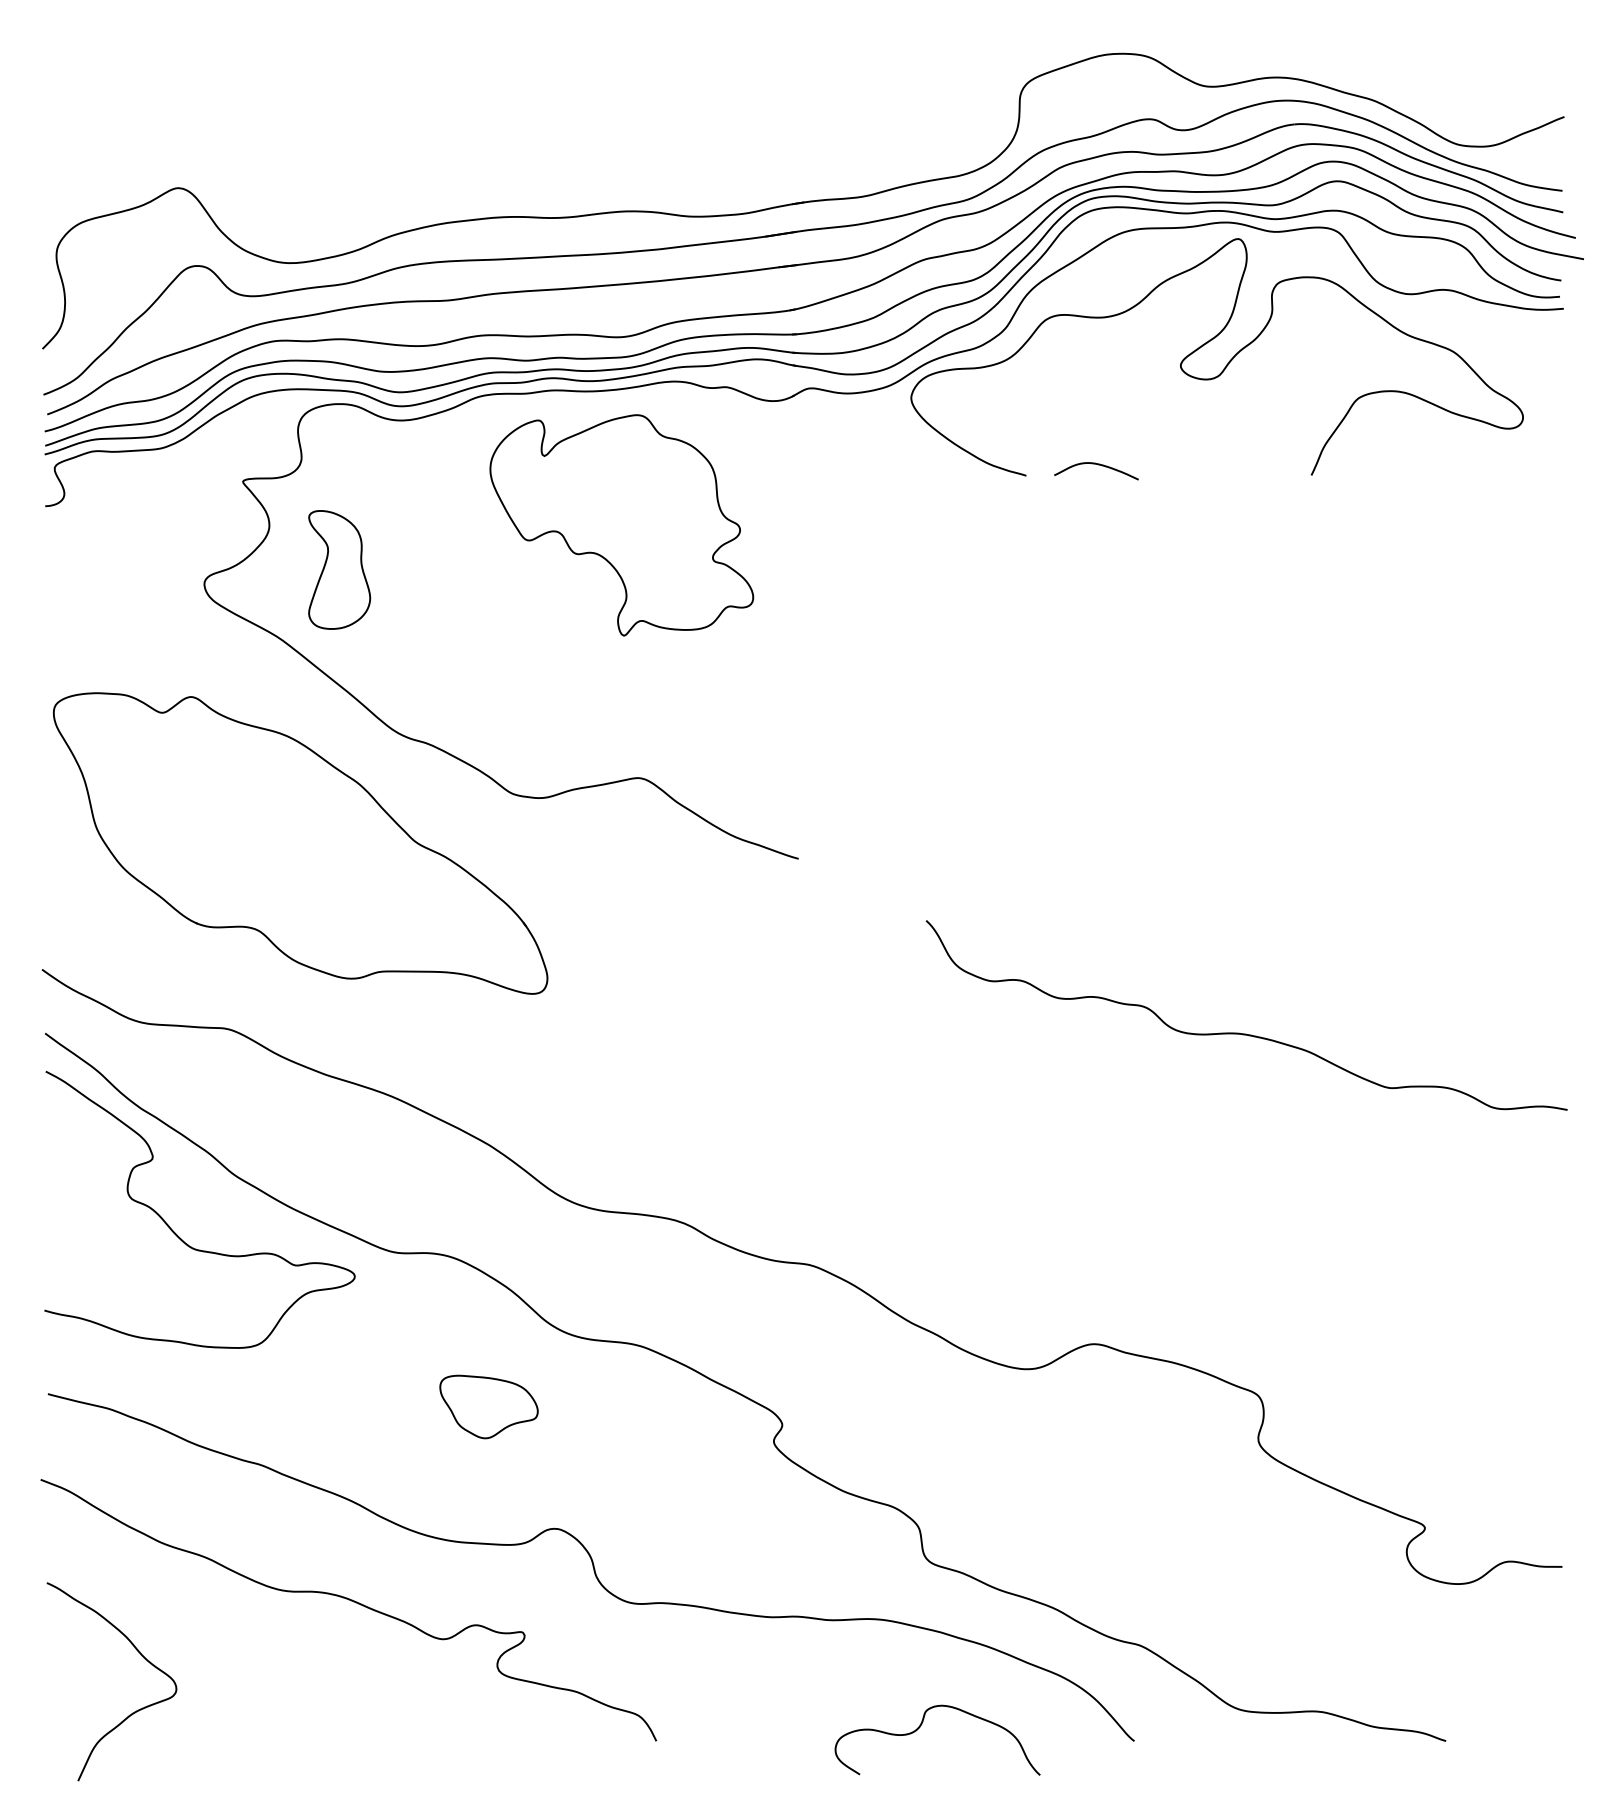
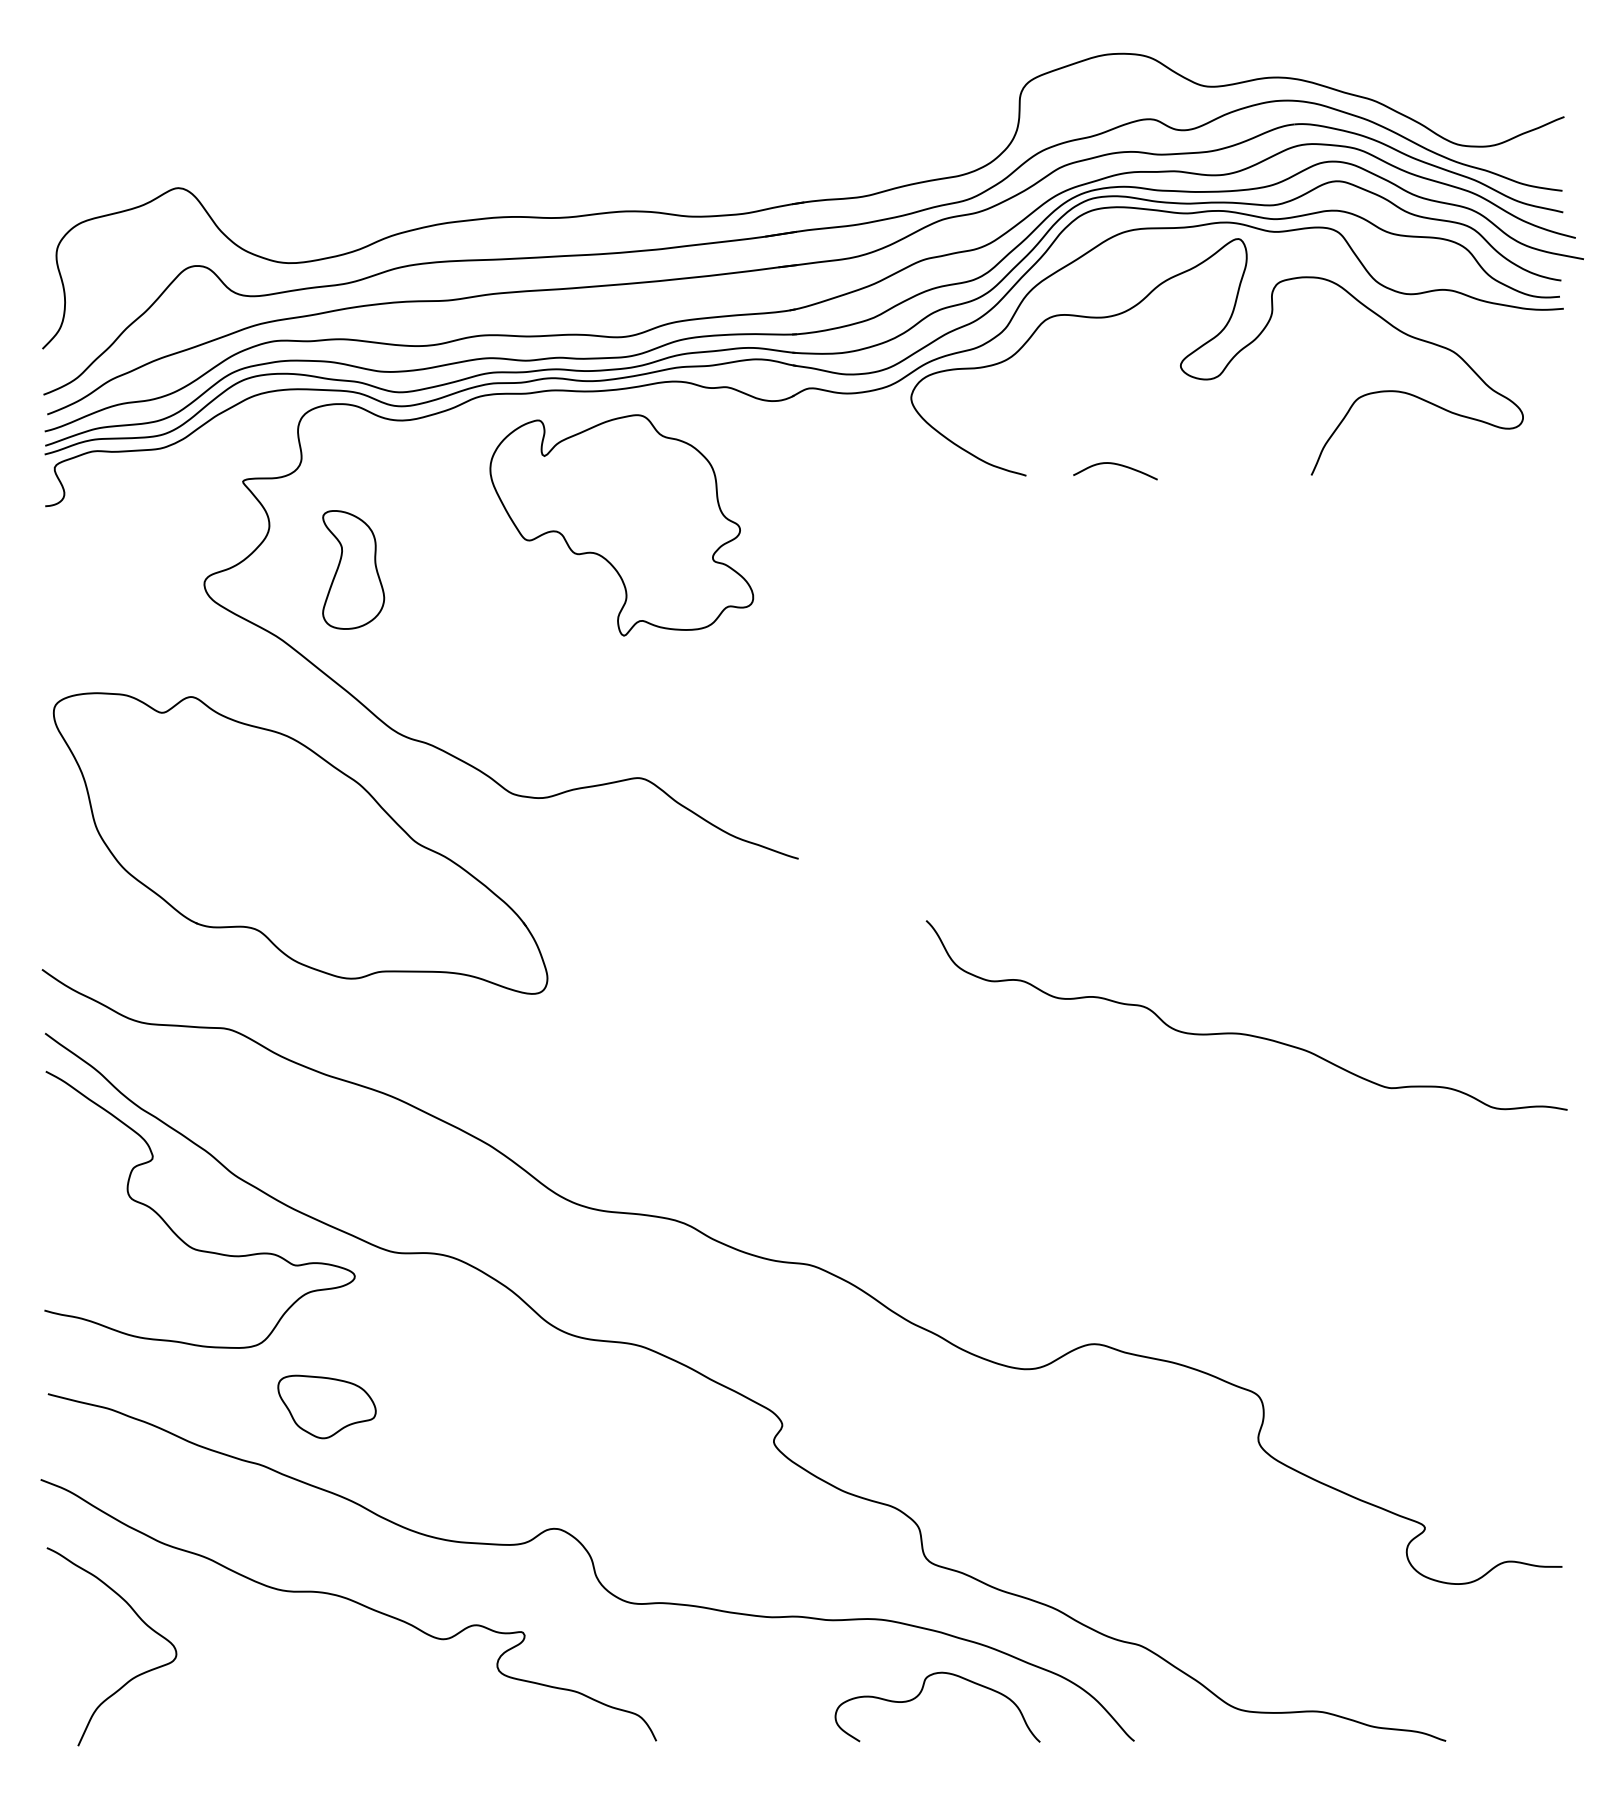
curve at (1097, 465) position: (1097, 465) -> (1116, 465)
part at (339, 569) position: (339, 569) -> (353, 569)
part at (488, 1406) position: (488, 1406) -> (326, 1406)
curve at (132, 1712) position: (132, 1712) -> (132, 1677)
curve at (920, 1727) position: (920, 1727) -> (920, 1694)
